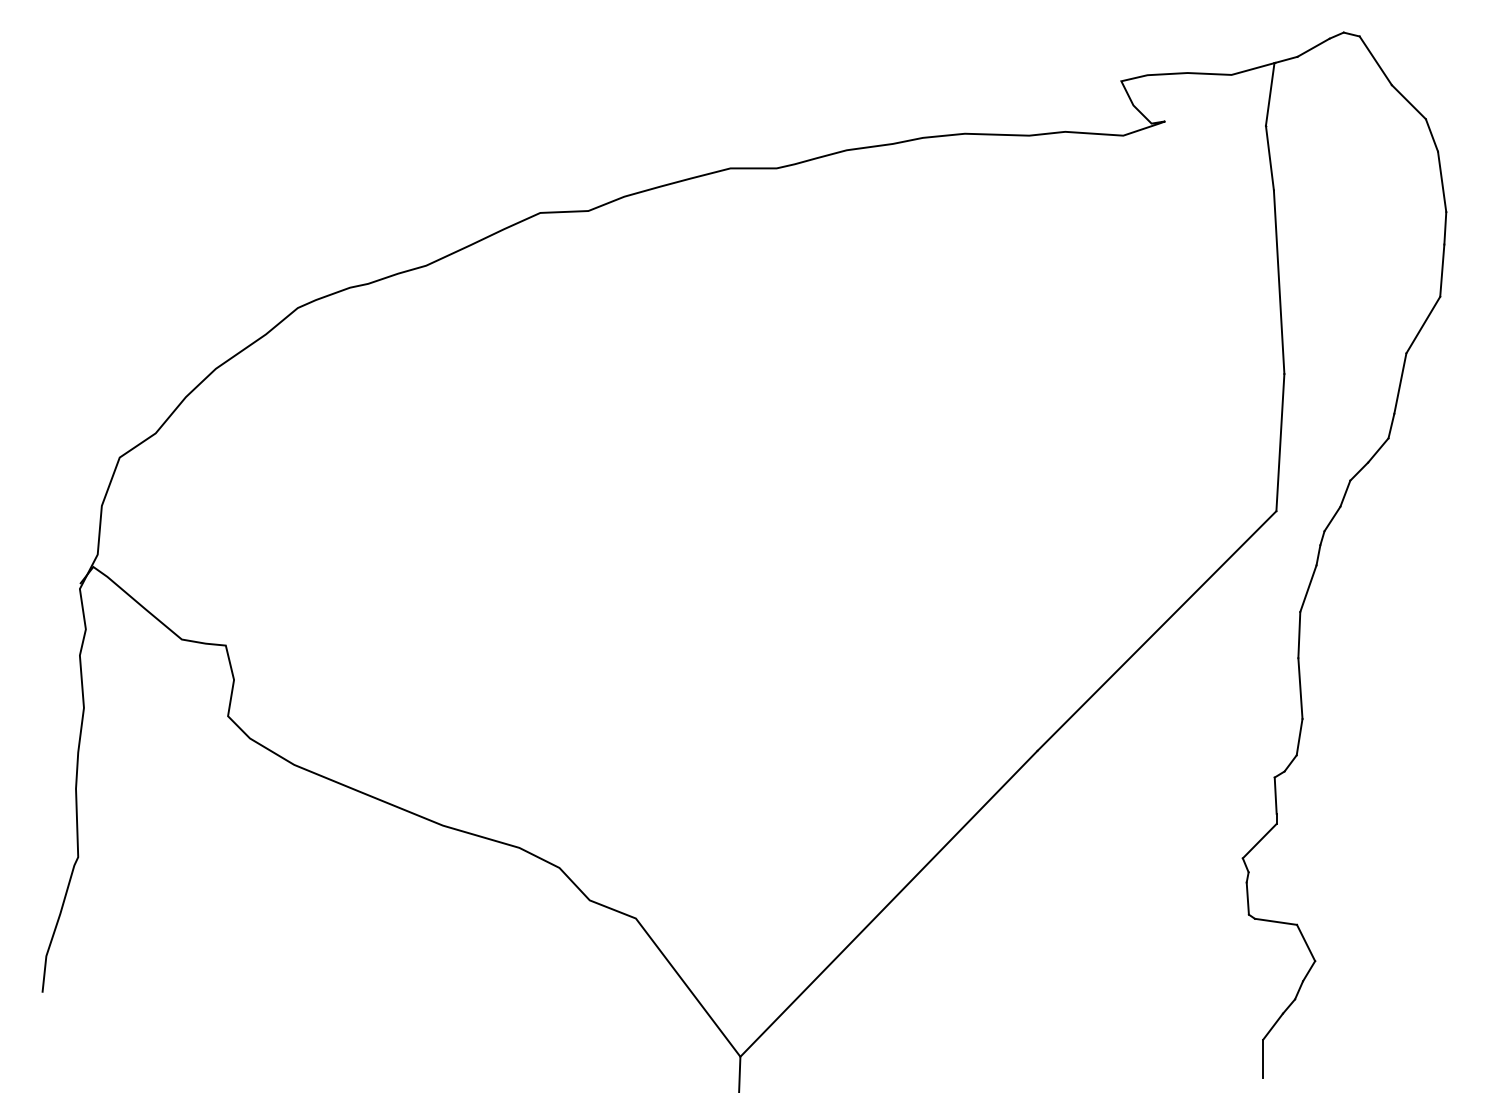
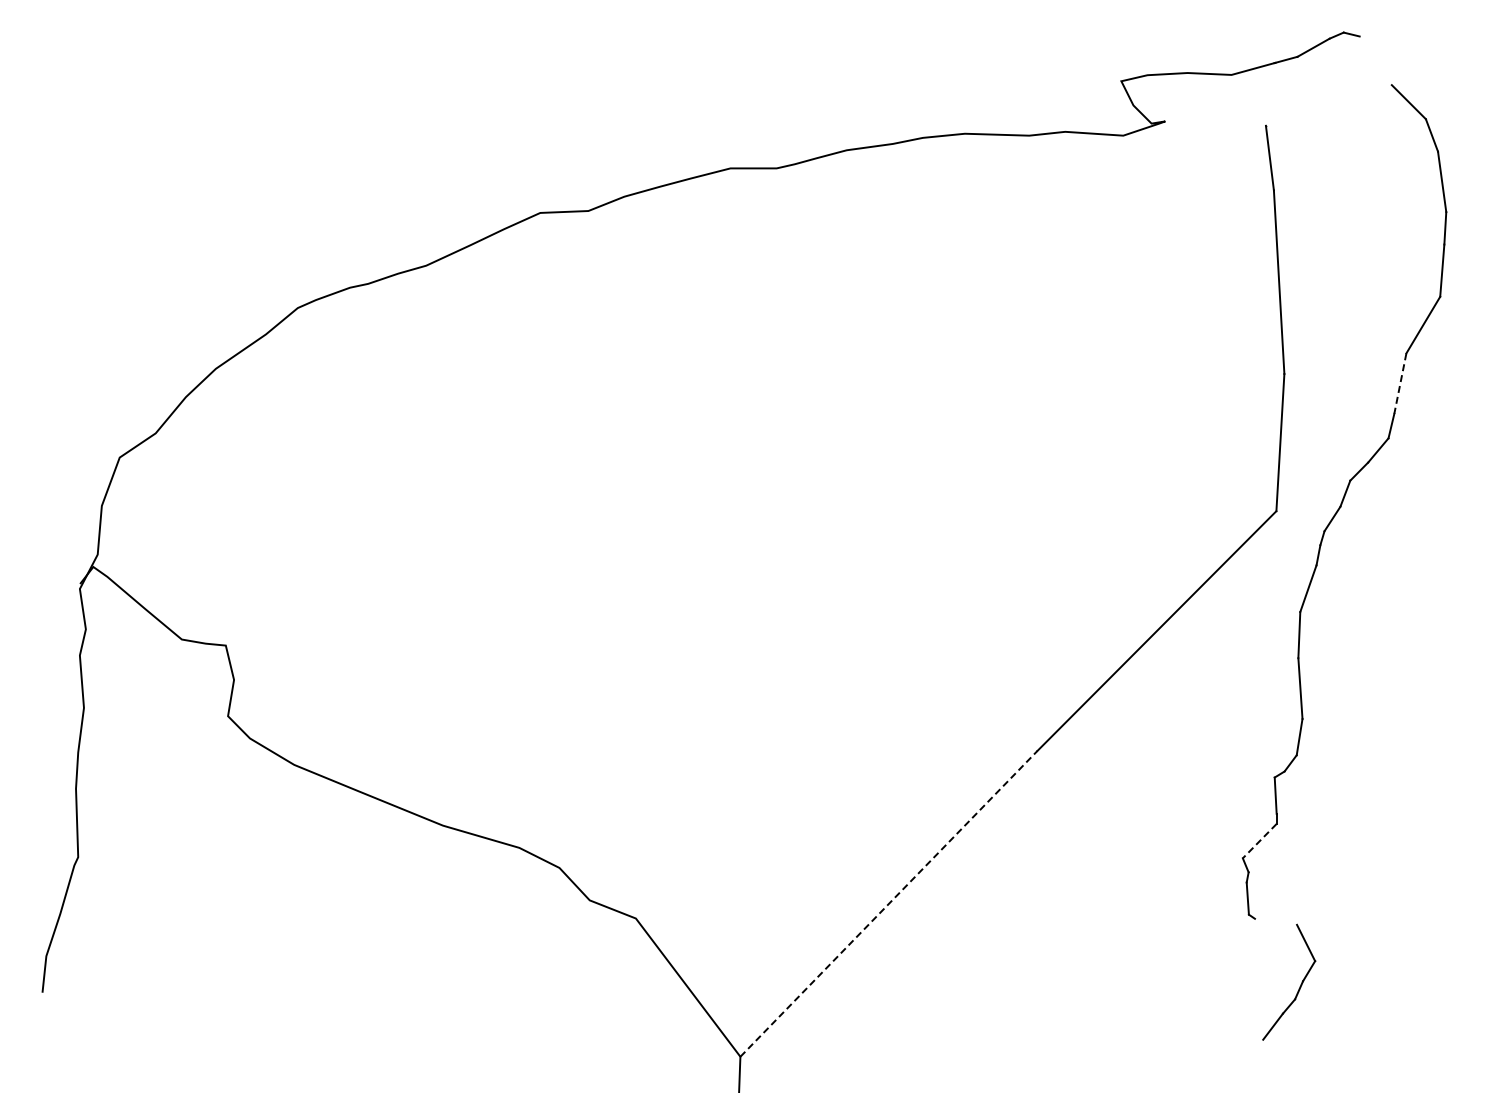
line at (1375, 60): present -> none
line at (1269, 94): present -> none
line at (1400, 383): solid -> dashed
line at (1259, 841): solid -> dashed
line at (889, 903): solid -> dashed
line at (1275, 921): present -> none
line at (1263, 1058): present -> none
